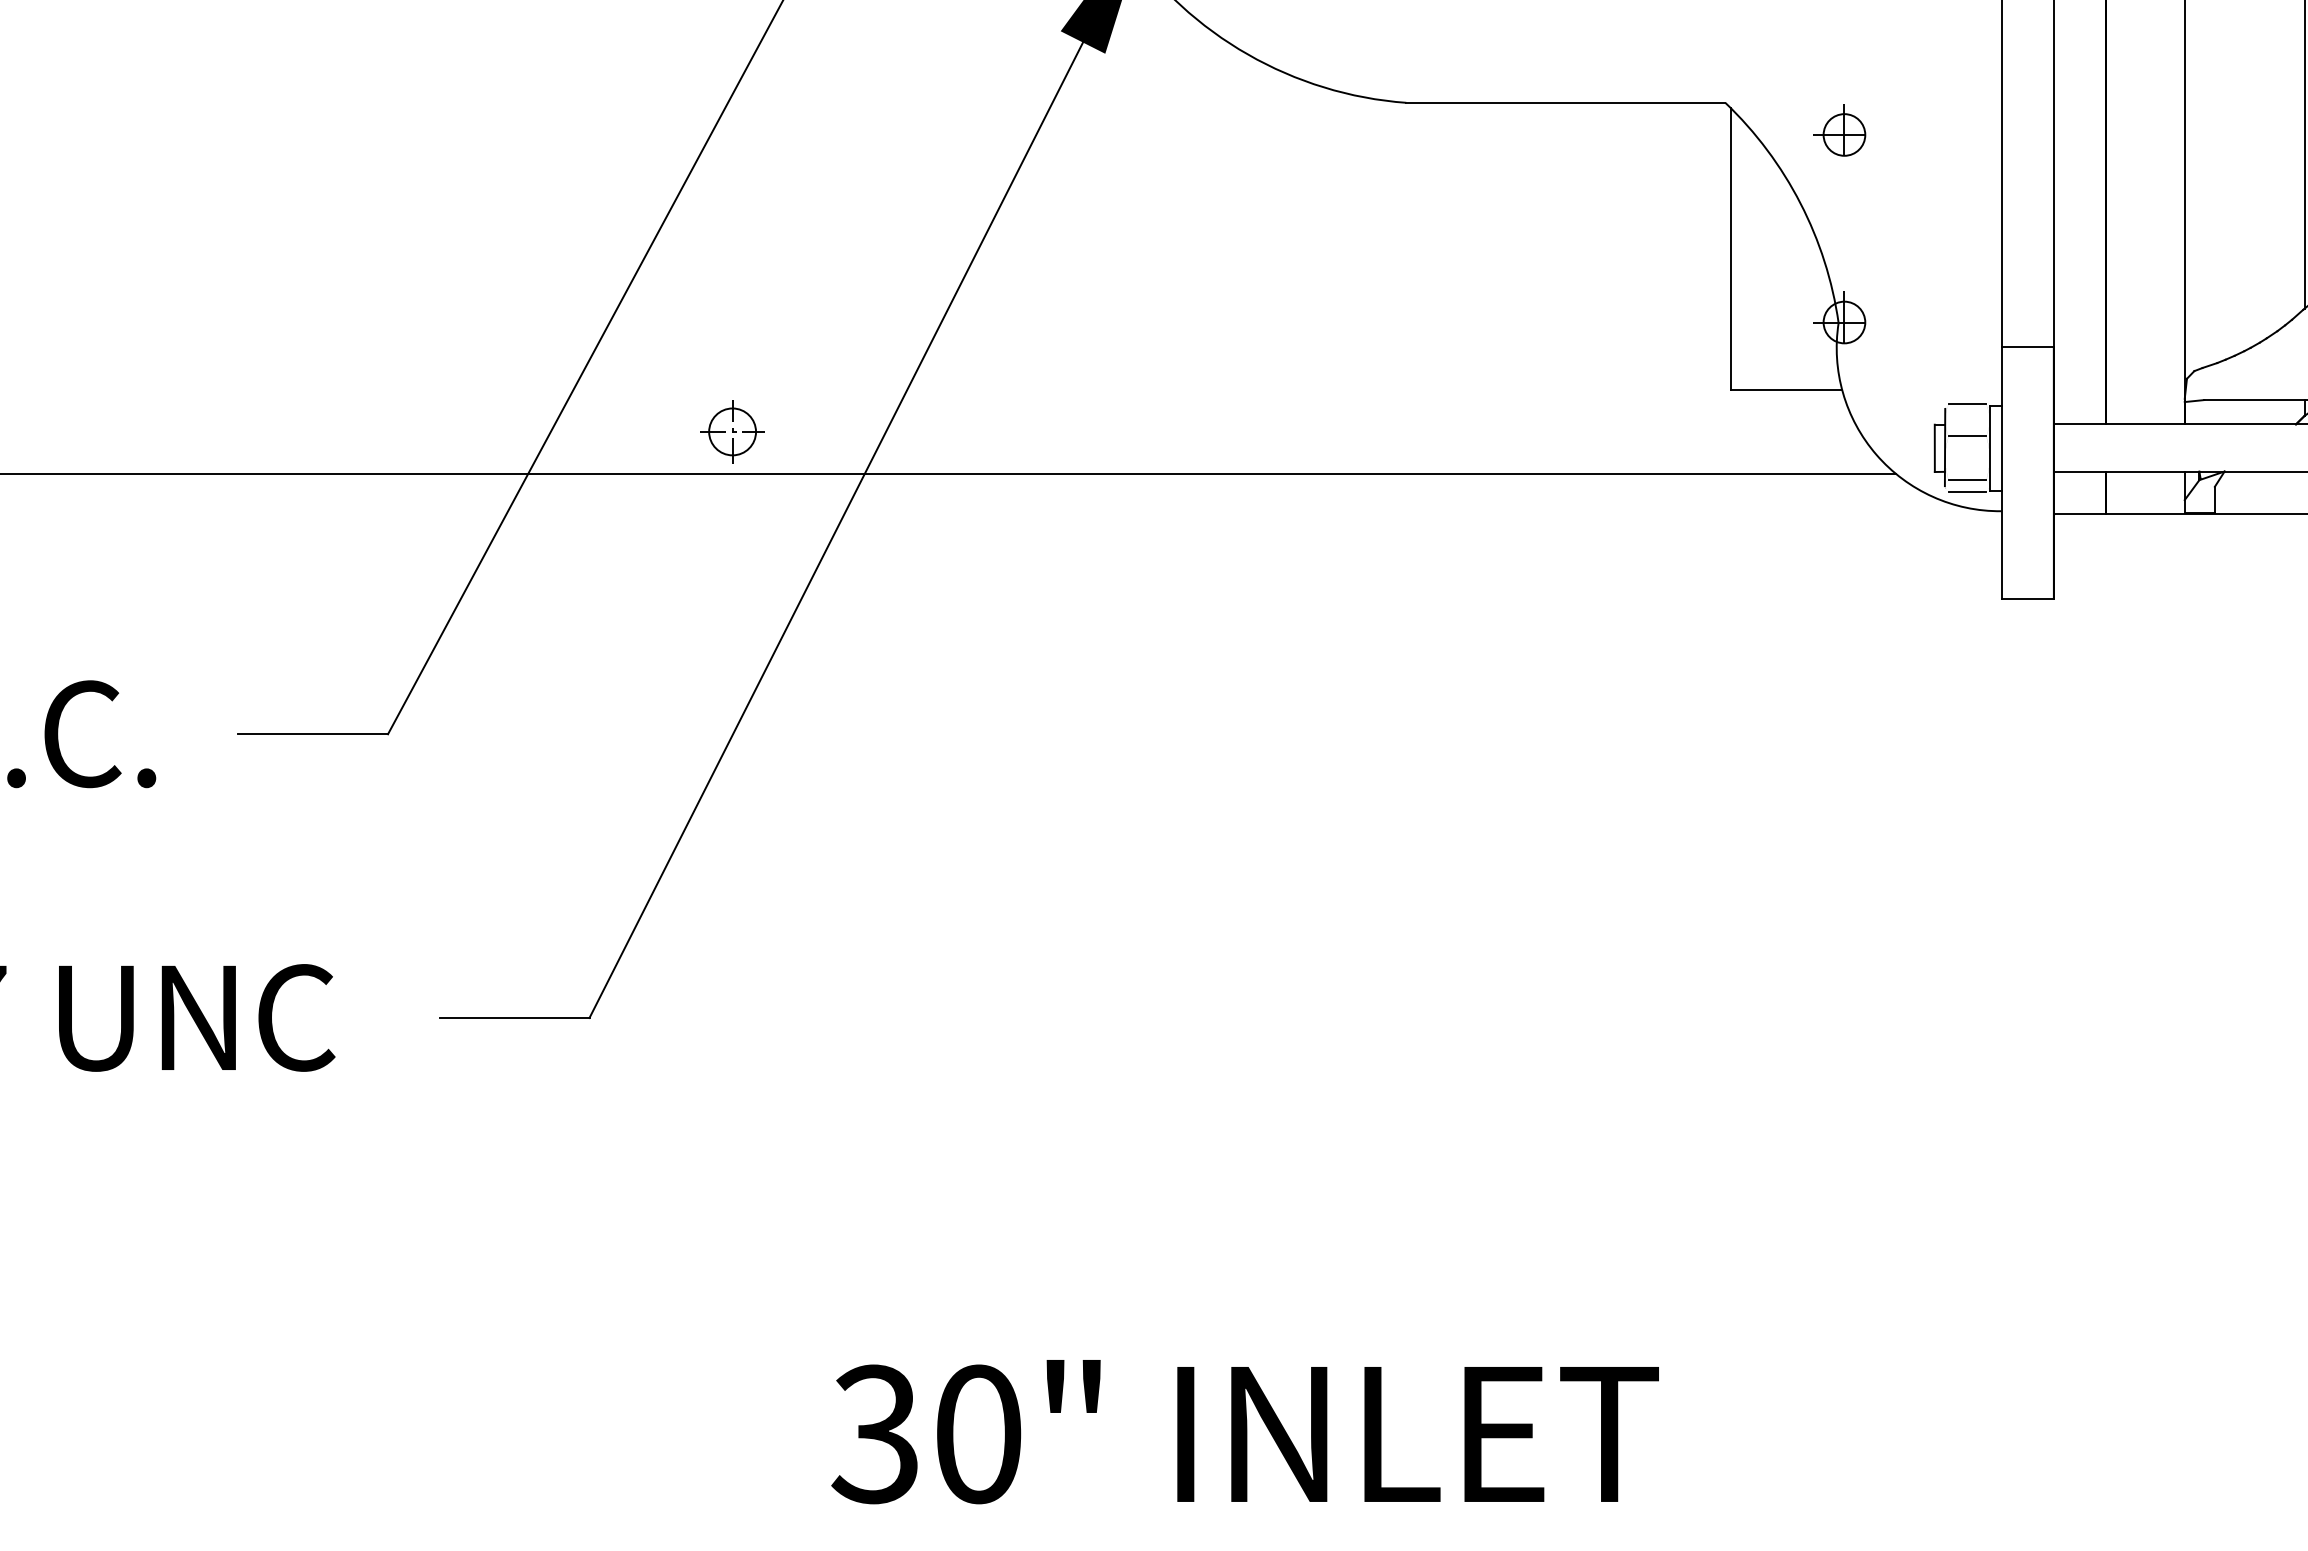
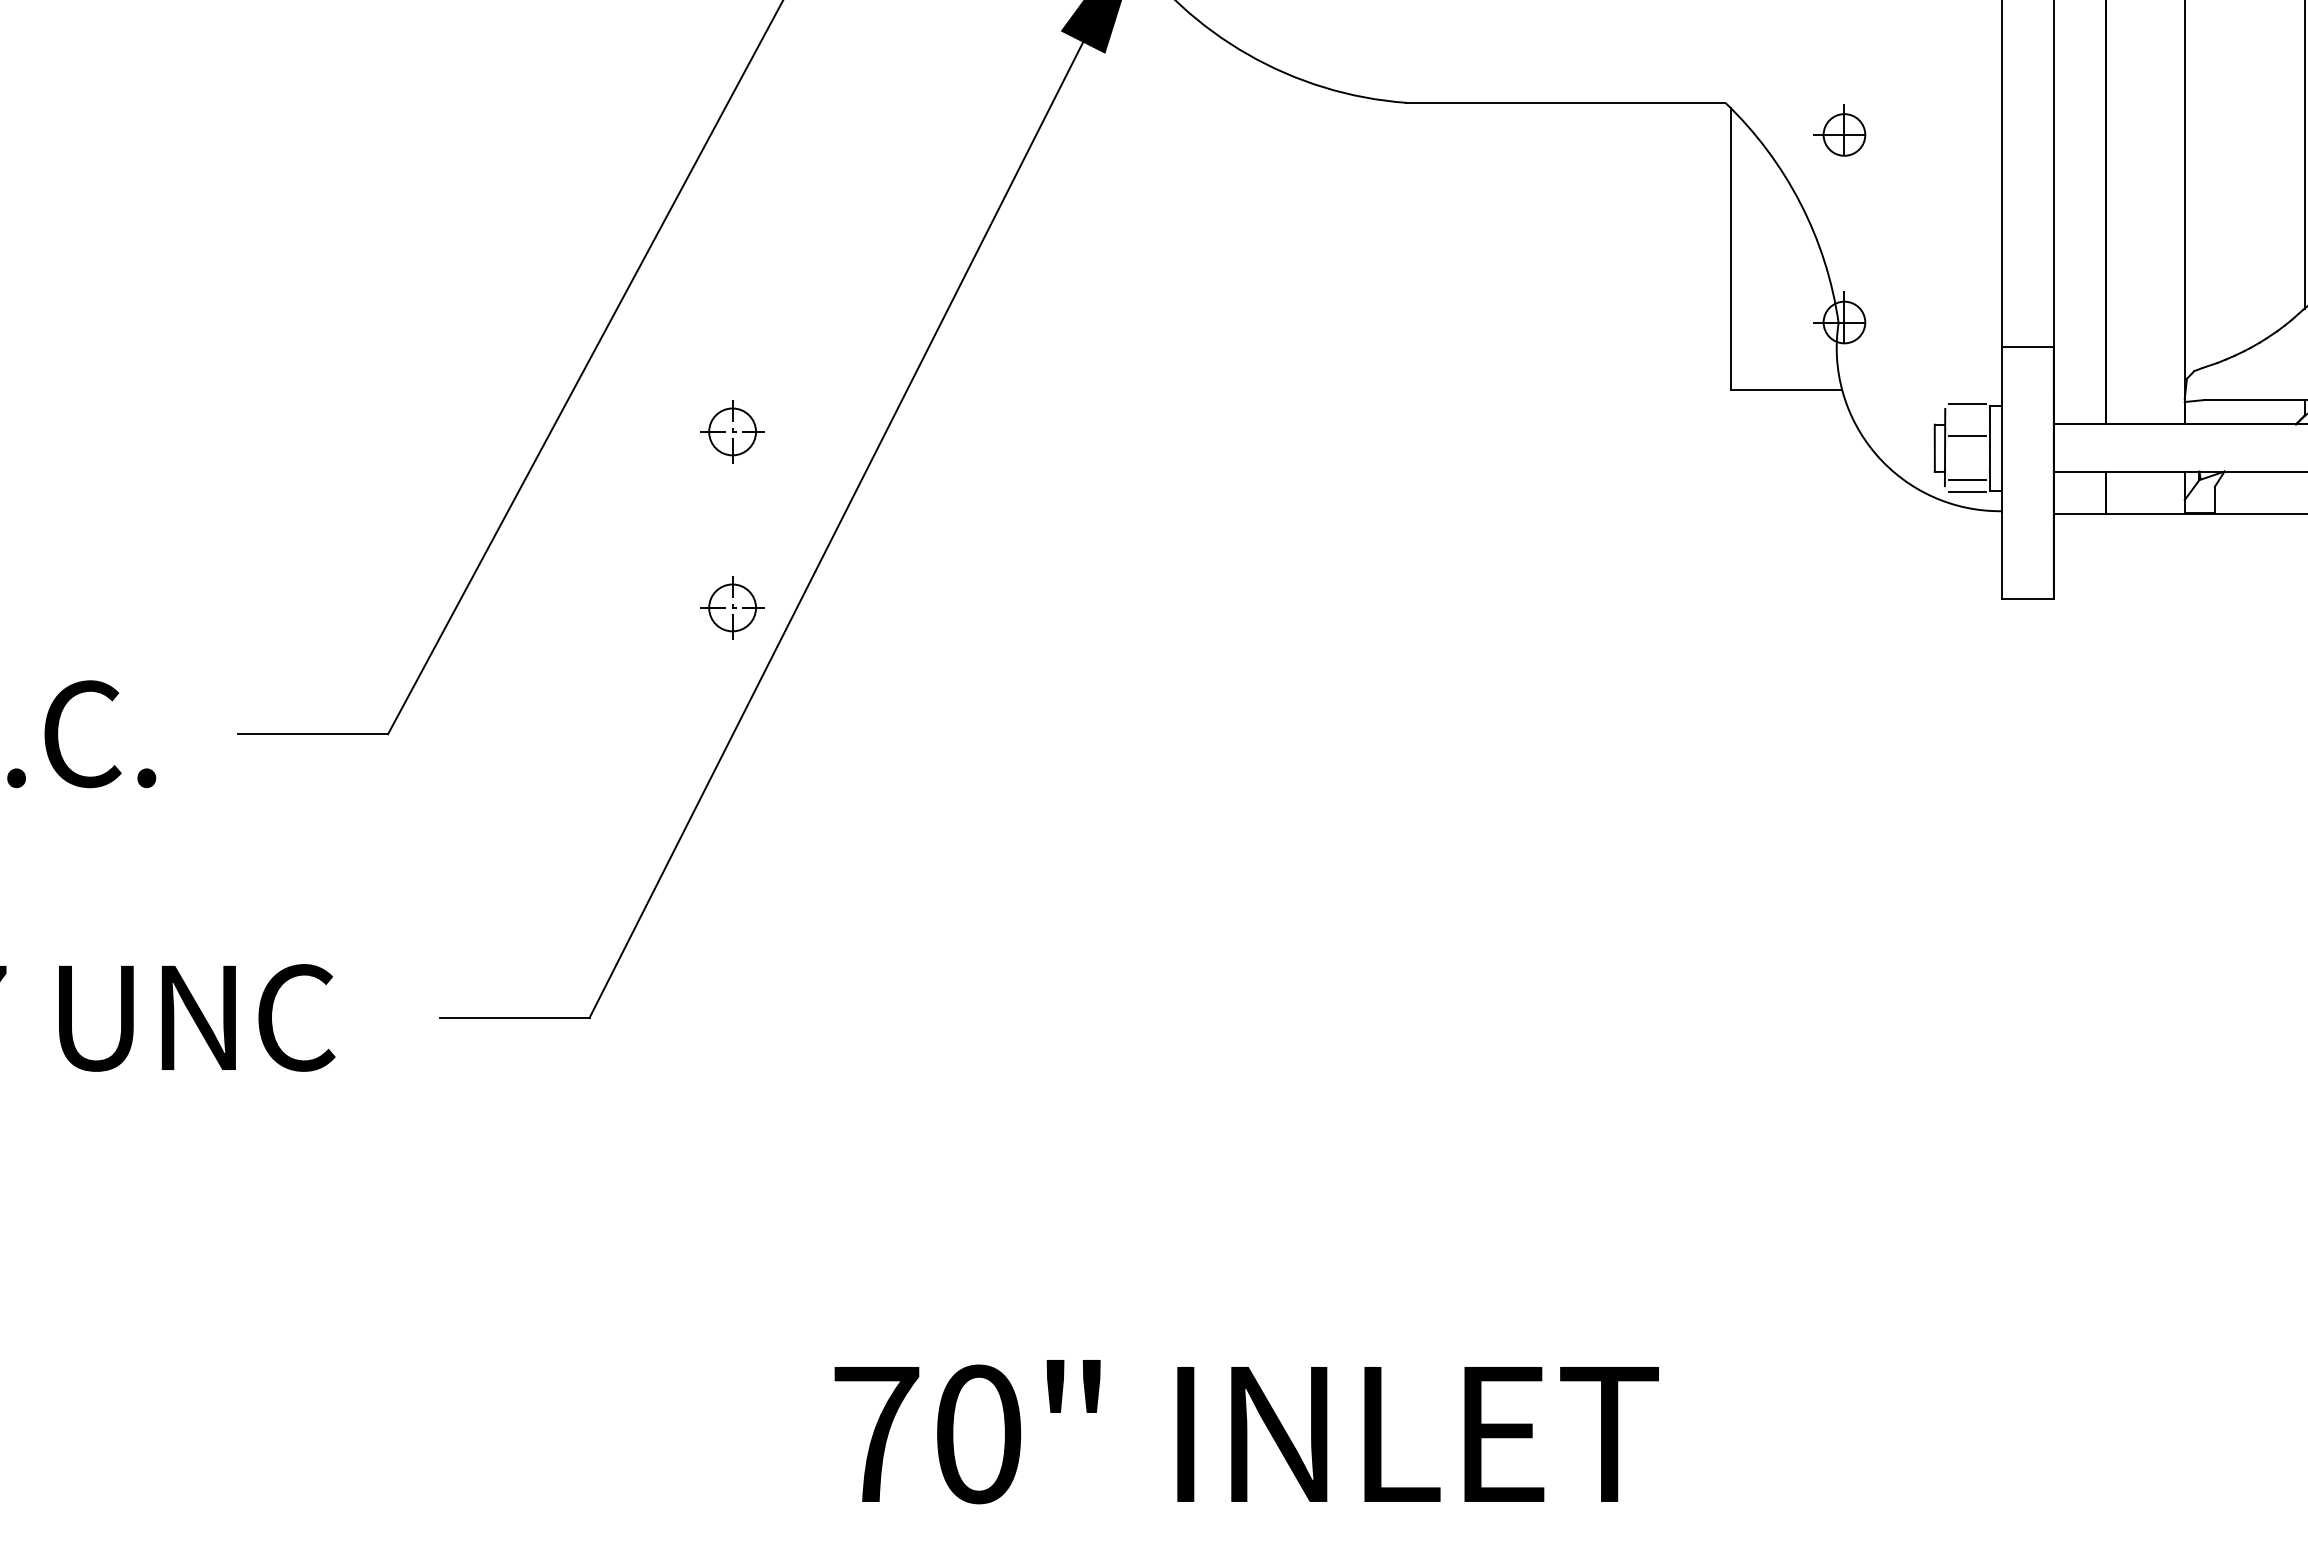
line at (948, 473): present -> none
part at (732, 607): none -> present
text at (875, 1434): 30" -> 70"
